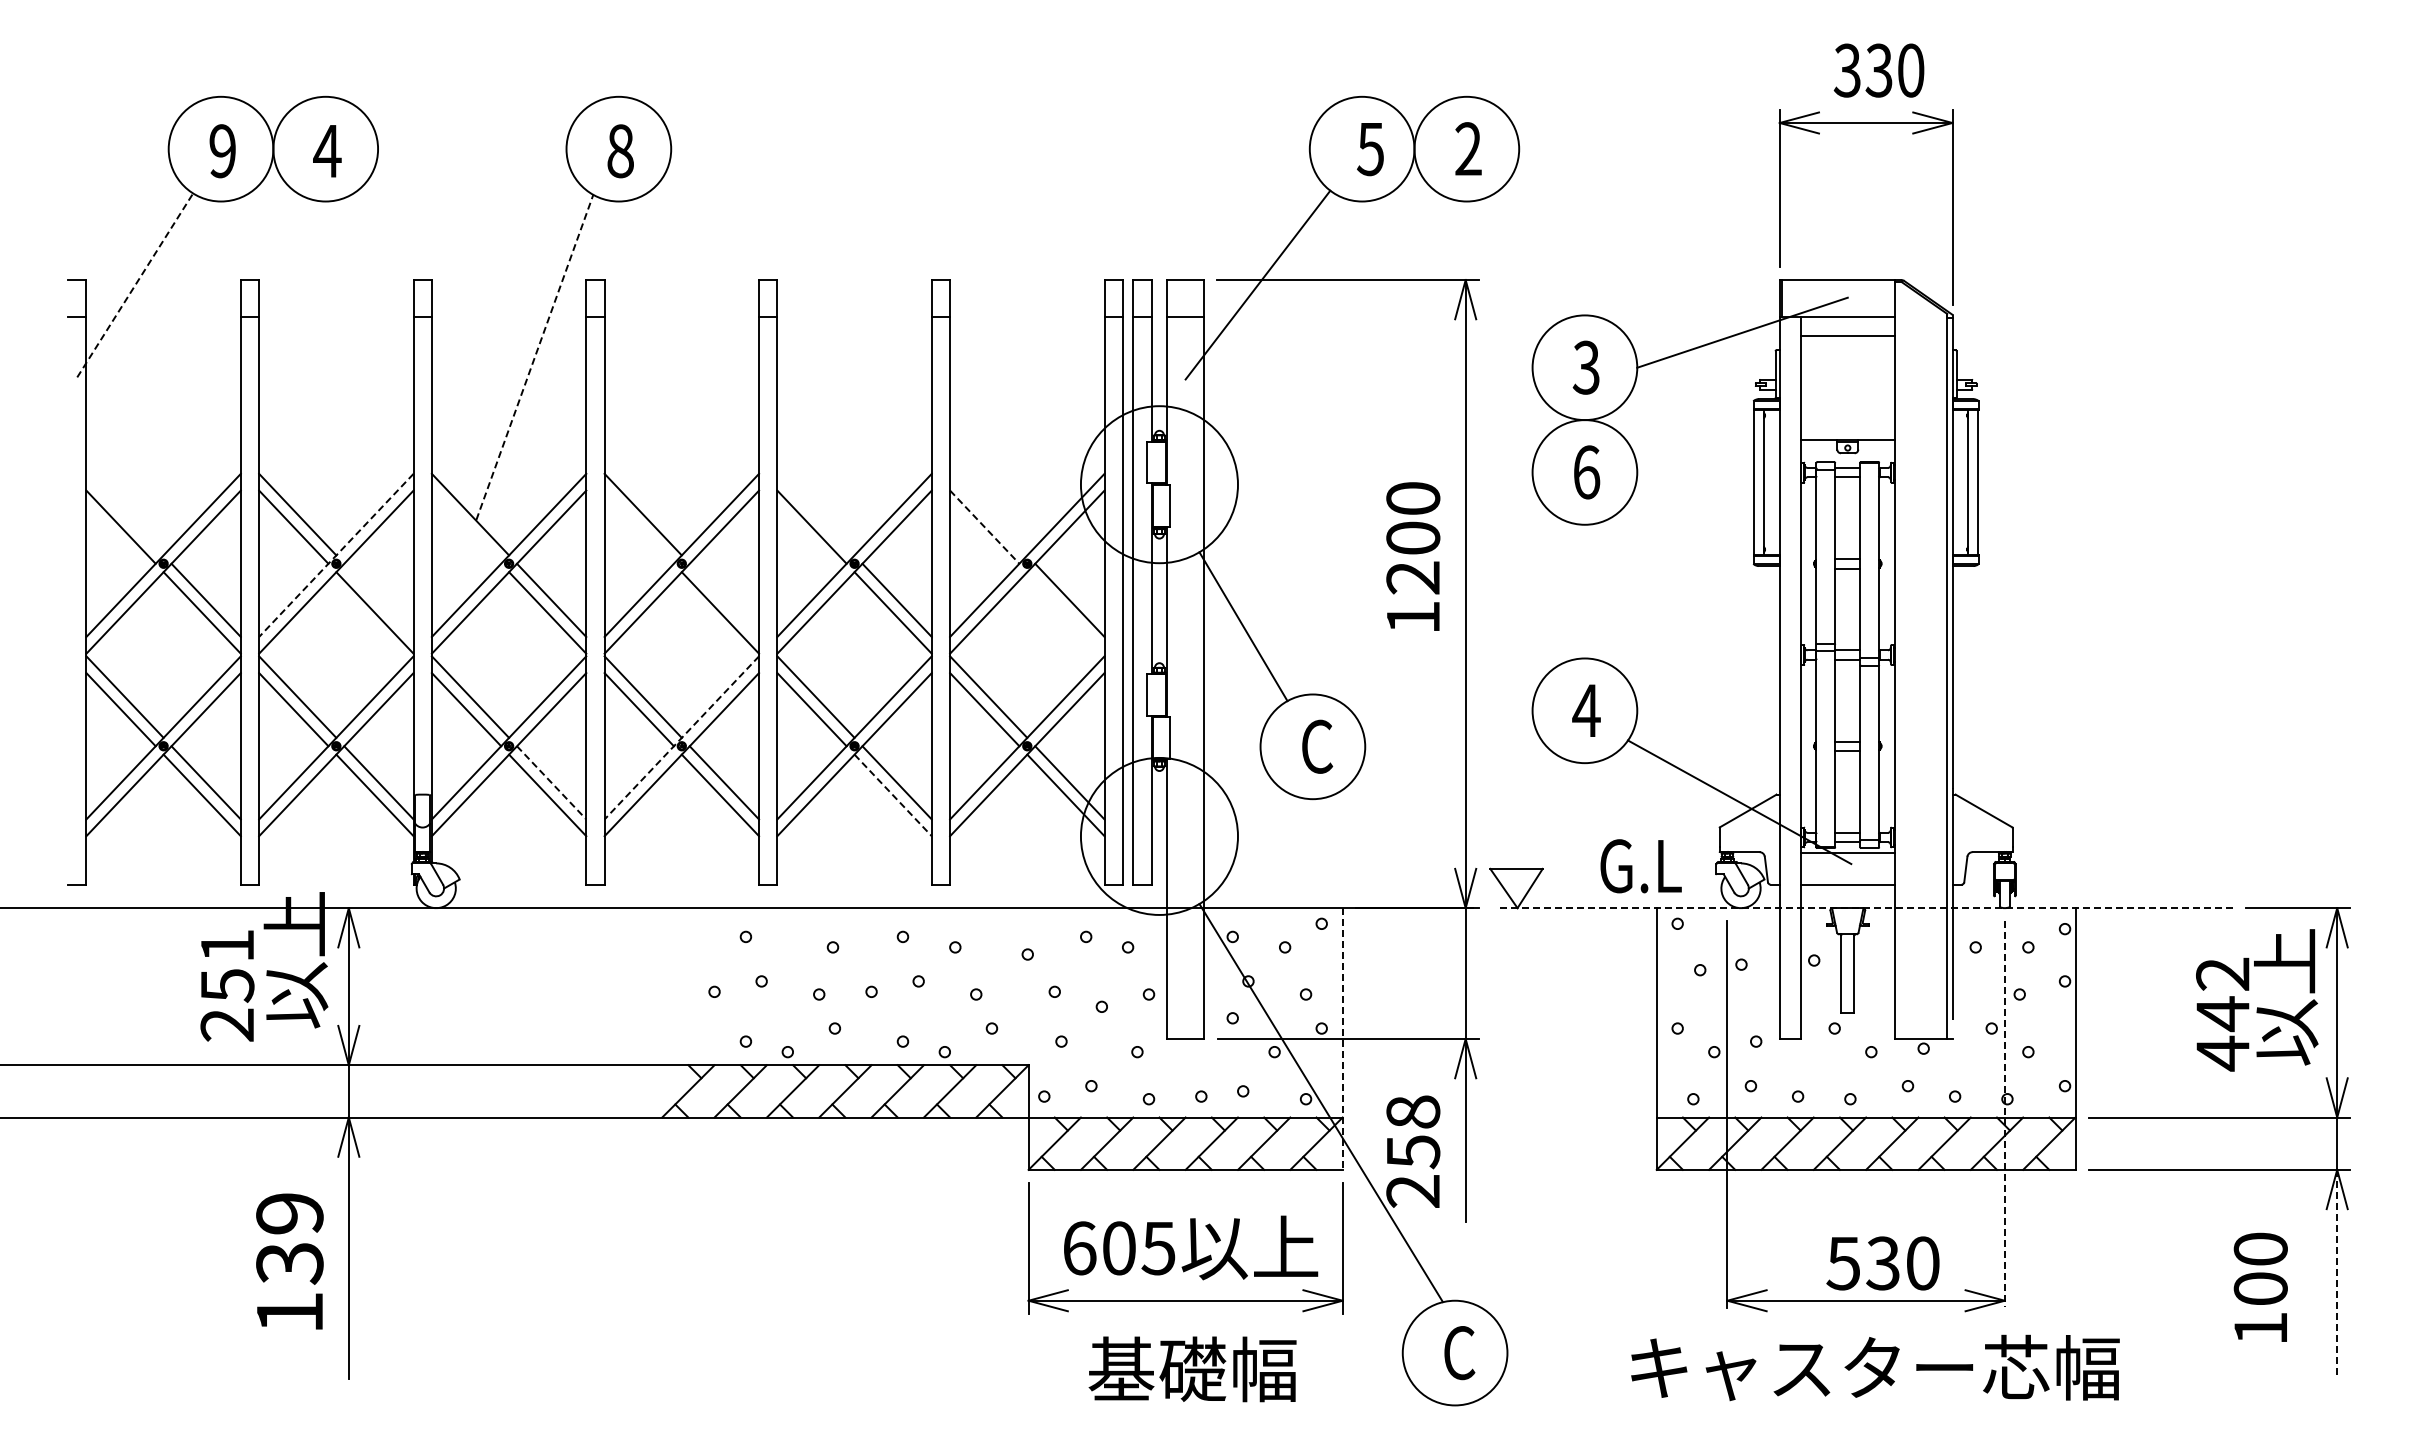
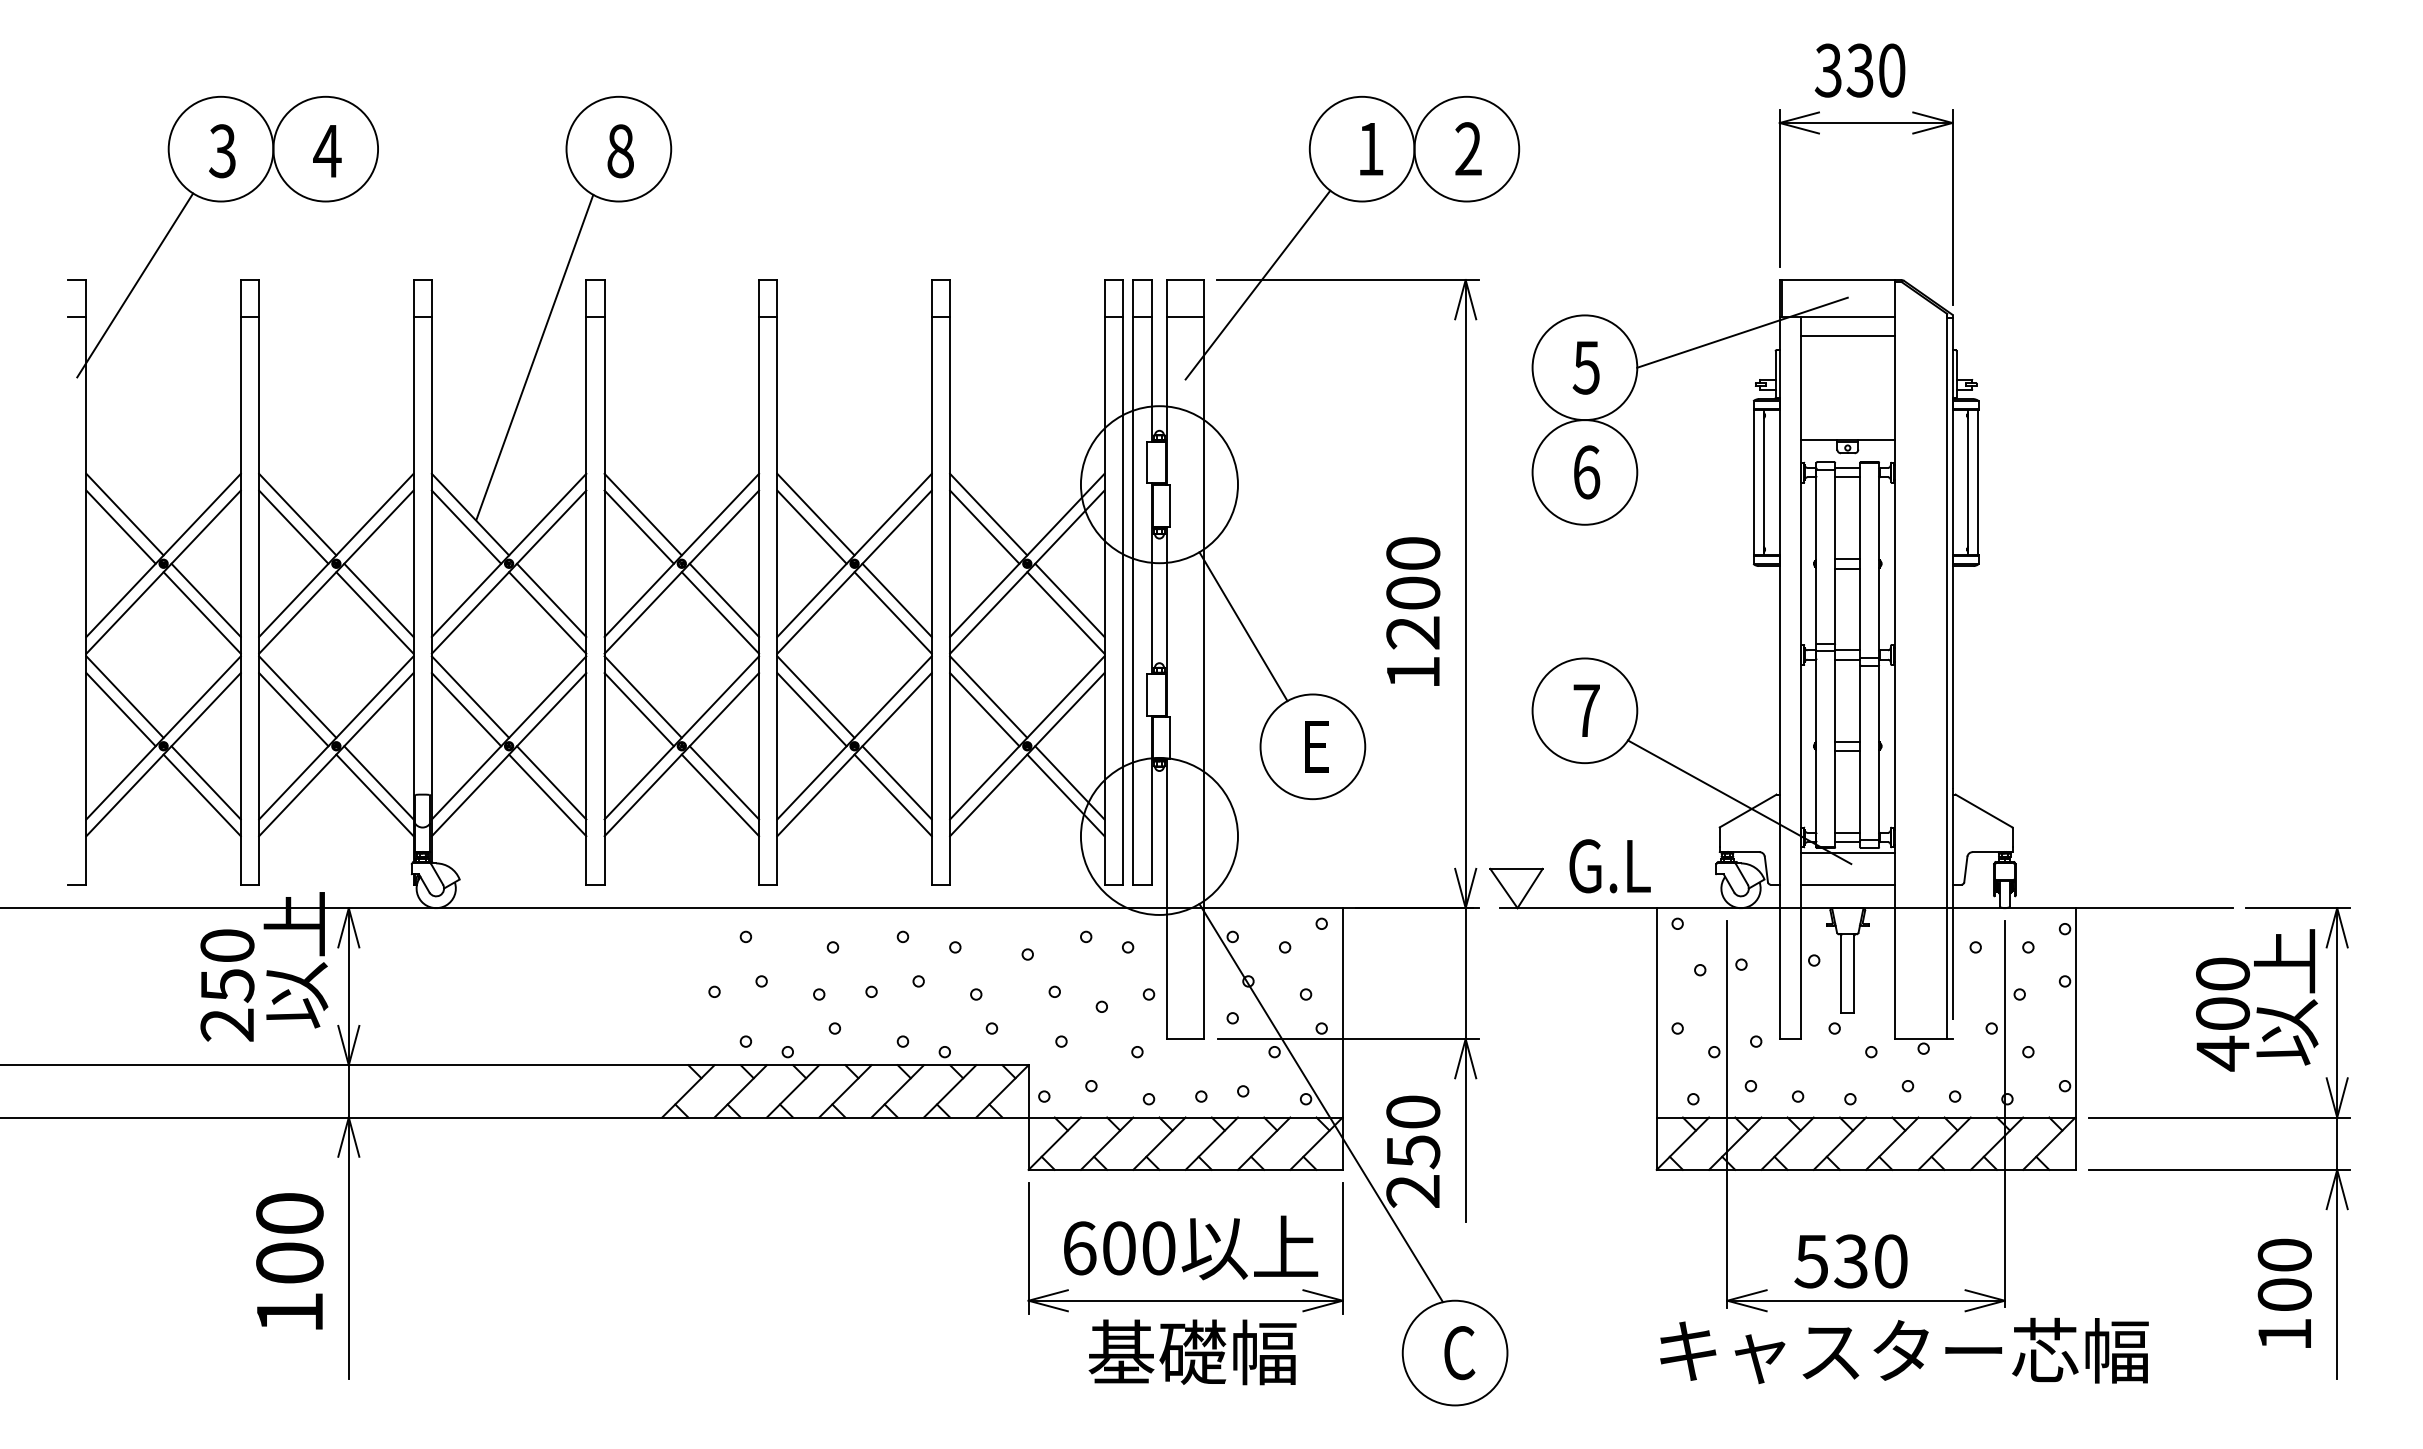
text at (1878, 70) position: (1878, 70) -> (1859, 70)
text at (1370, 149): 5 -> 1
text at (222, 151): 9 -> 3
line at (135, 285): dashed -> solid
line at (534, 357): dashed -> solid
text at (1585, 367): 3 -> 5
line at (124, 514): none -> present
line at (815, 514): none -> present
line at (988, 514): none -> present
line at (466, 526): none -> present
line at (638, 526): none -> present
line at (985, 527): dashed -> solid
line at (336, 555): dashed -> solid
text at (1413, 556) position: (1413, 556) -> (1413, 611)
line at (378, 599): none -> present
line at (724, 599): none -> present
line at (1065, 612): none -> present
text at (1586, 710): 4 -> 7
line at (681, 738): dashed -> solid
text at (1317, 746): C -> E
line at (552, 783): dashed -> solid
line at (893, 795): dashed -> solid
text at (1640, 866) position: (1640, 866) -> (1609, 866)
line at (1865, 908): dashed -> solid
text at (227, 945): 251 -> 250
text at (2223, 994): 442 -> 400
line at (1342, 1039): dashed -> solid
text at (1413, 1111): 258 -> 250
line at (2004, 1114): dashed -> solid
text at (289, 1238): 139 -> 100
text at (1158, 1248): 605 -> 600
text at (1882, 1263) position: (1882, 1263) -> (1850, 1261)
line at (2337, 1274): dashed -> solid
text at (2260, 1286) position: (2260, 1286) -> (2284, 1292)
text at (1875, 1367) position: (1875, 1367) -> (1904, 1350)
text at (1192, 1369) position: (1192, 1369) -> (1192, 1352)
